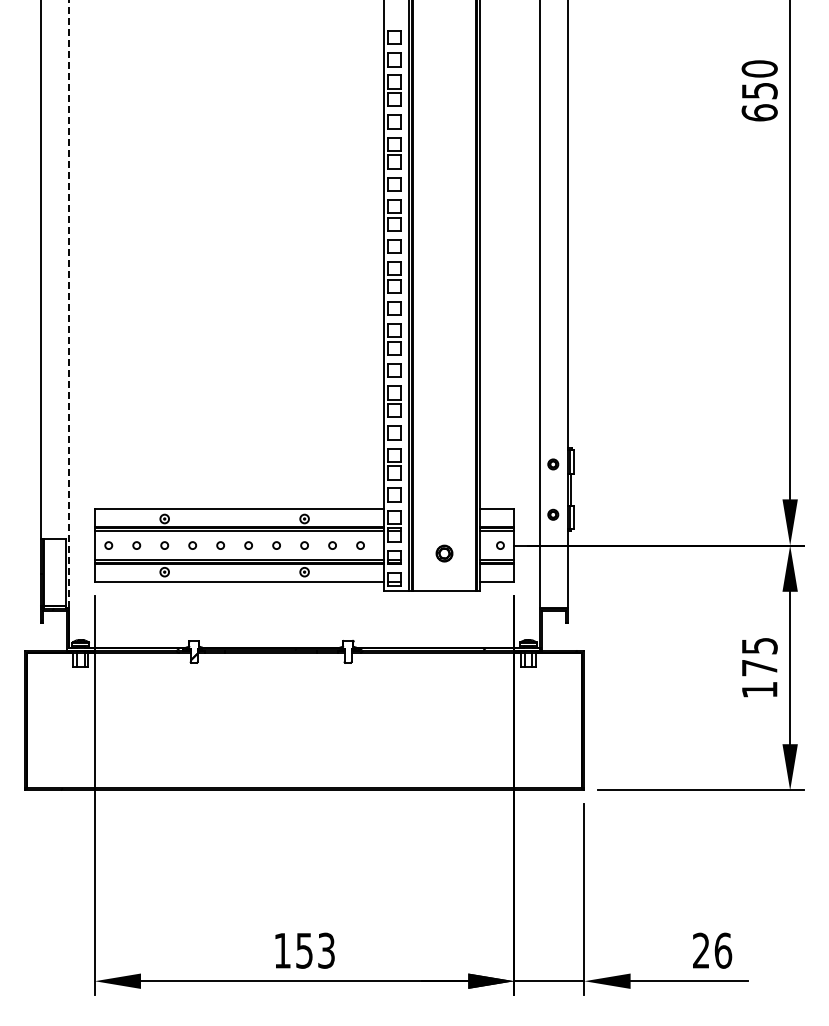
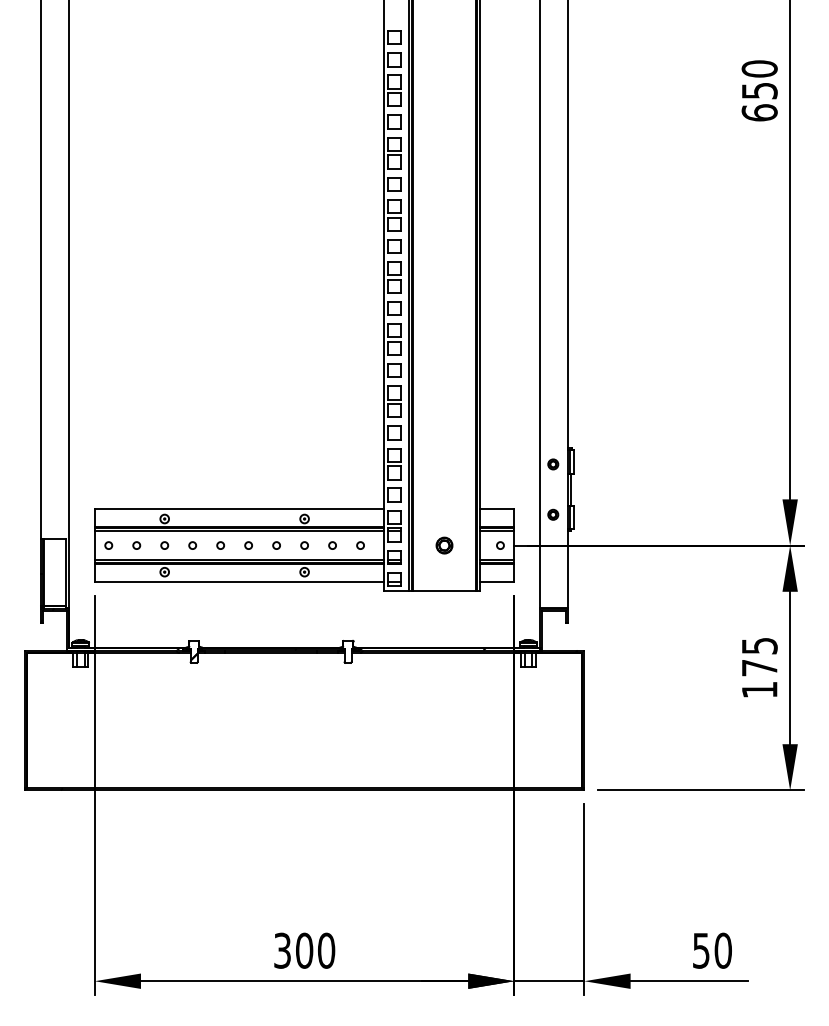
line at (68, 304): dashed -> solid
part at (444, 553) position: (444, 553) -> (444, 545)
text at (304, 950): 153 -> 300
text at (712, 950): 26 -> 50
